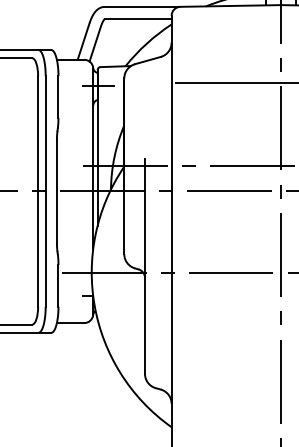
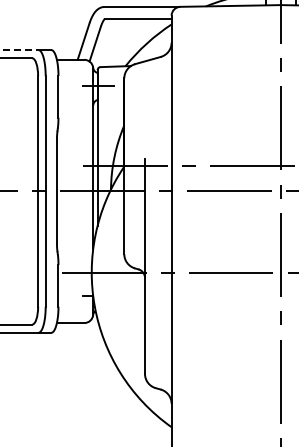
line at (19, 50): solid -> dashed
line at (235, 83): present -> none
